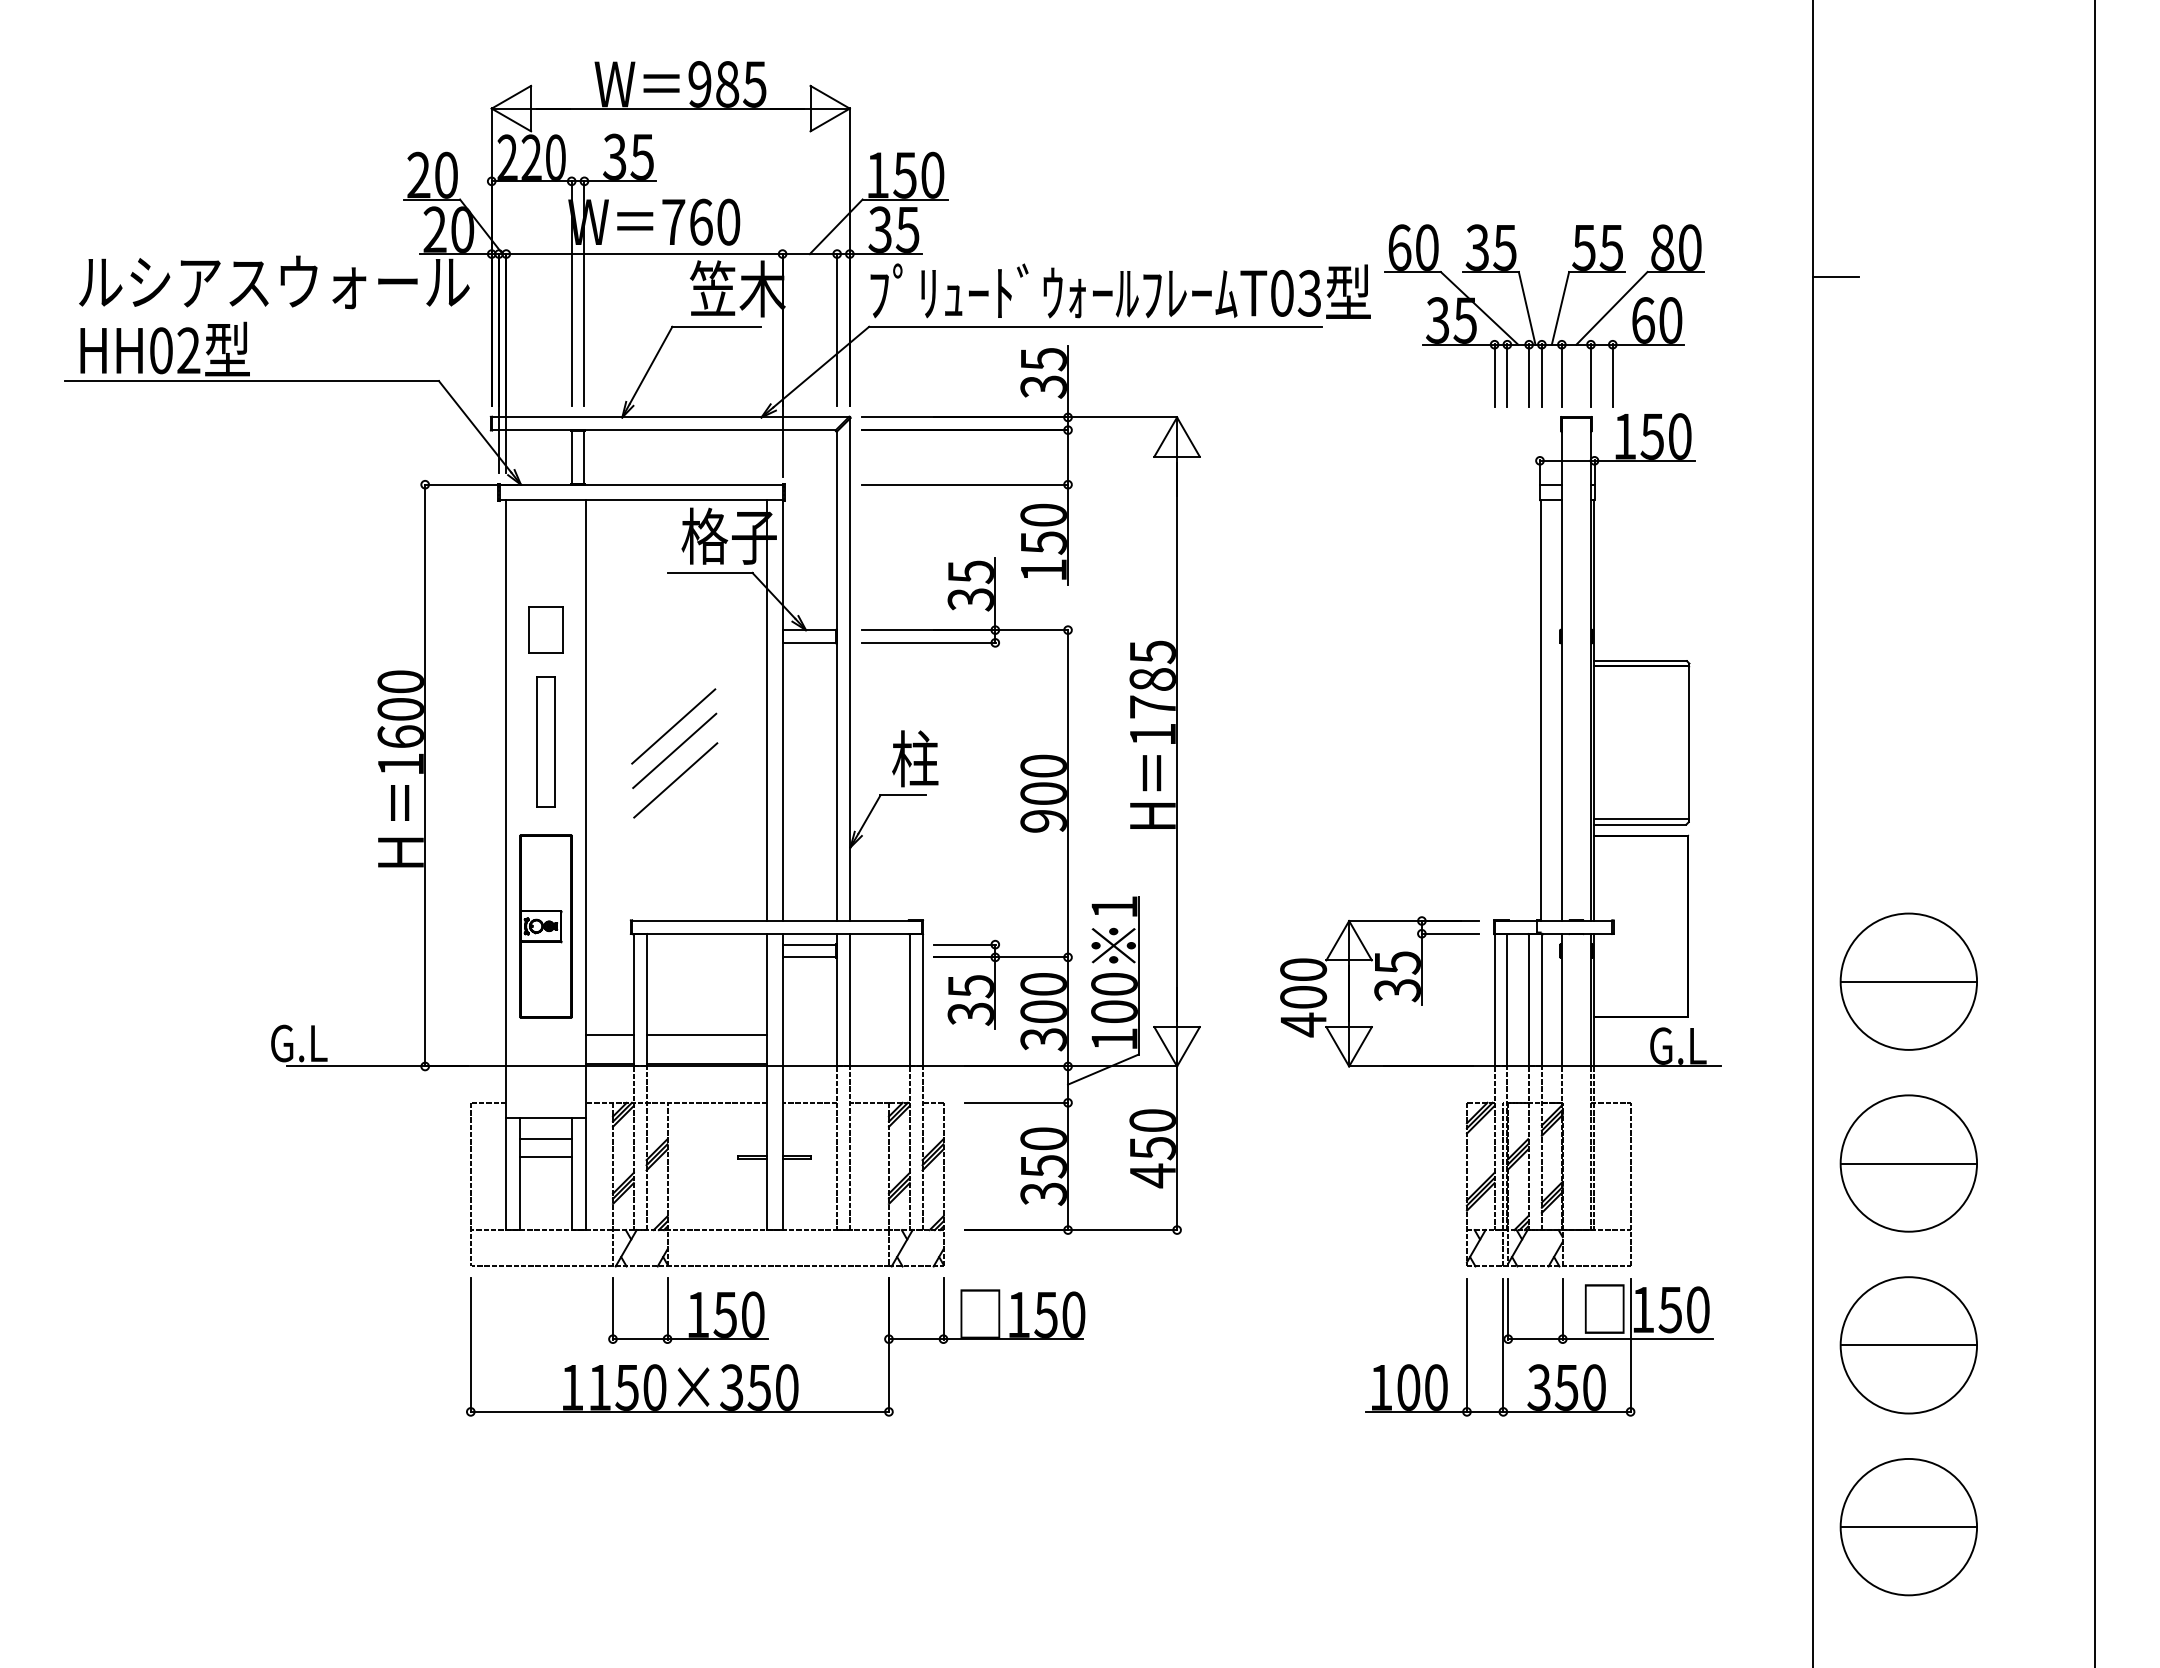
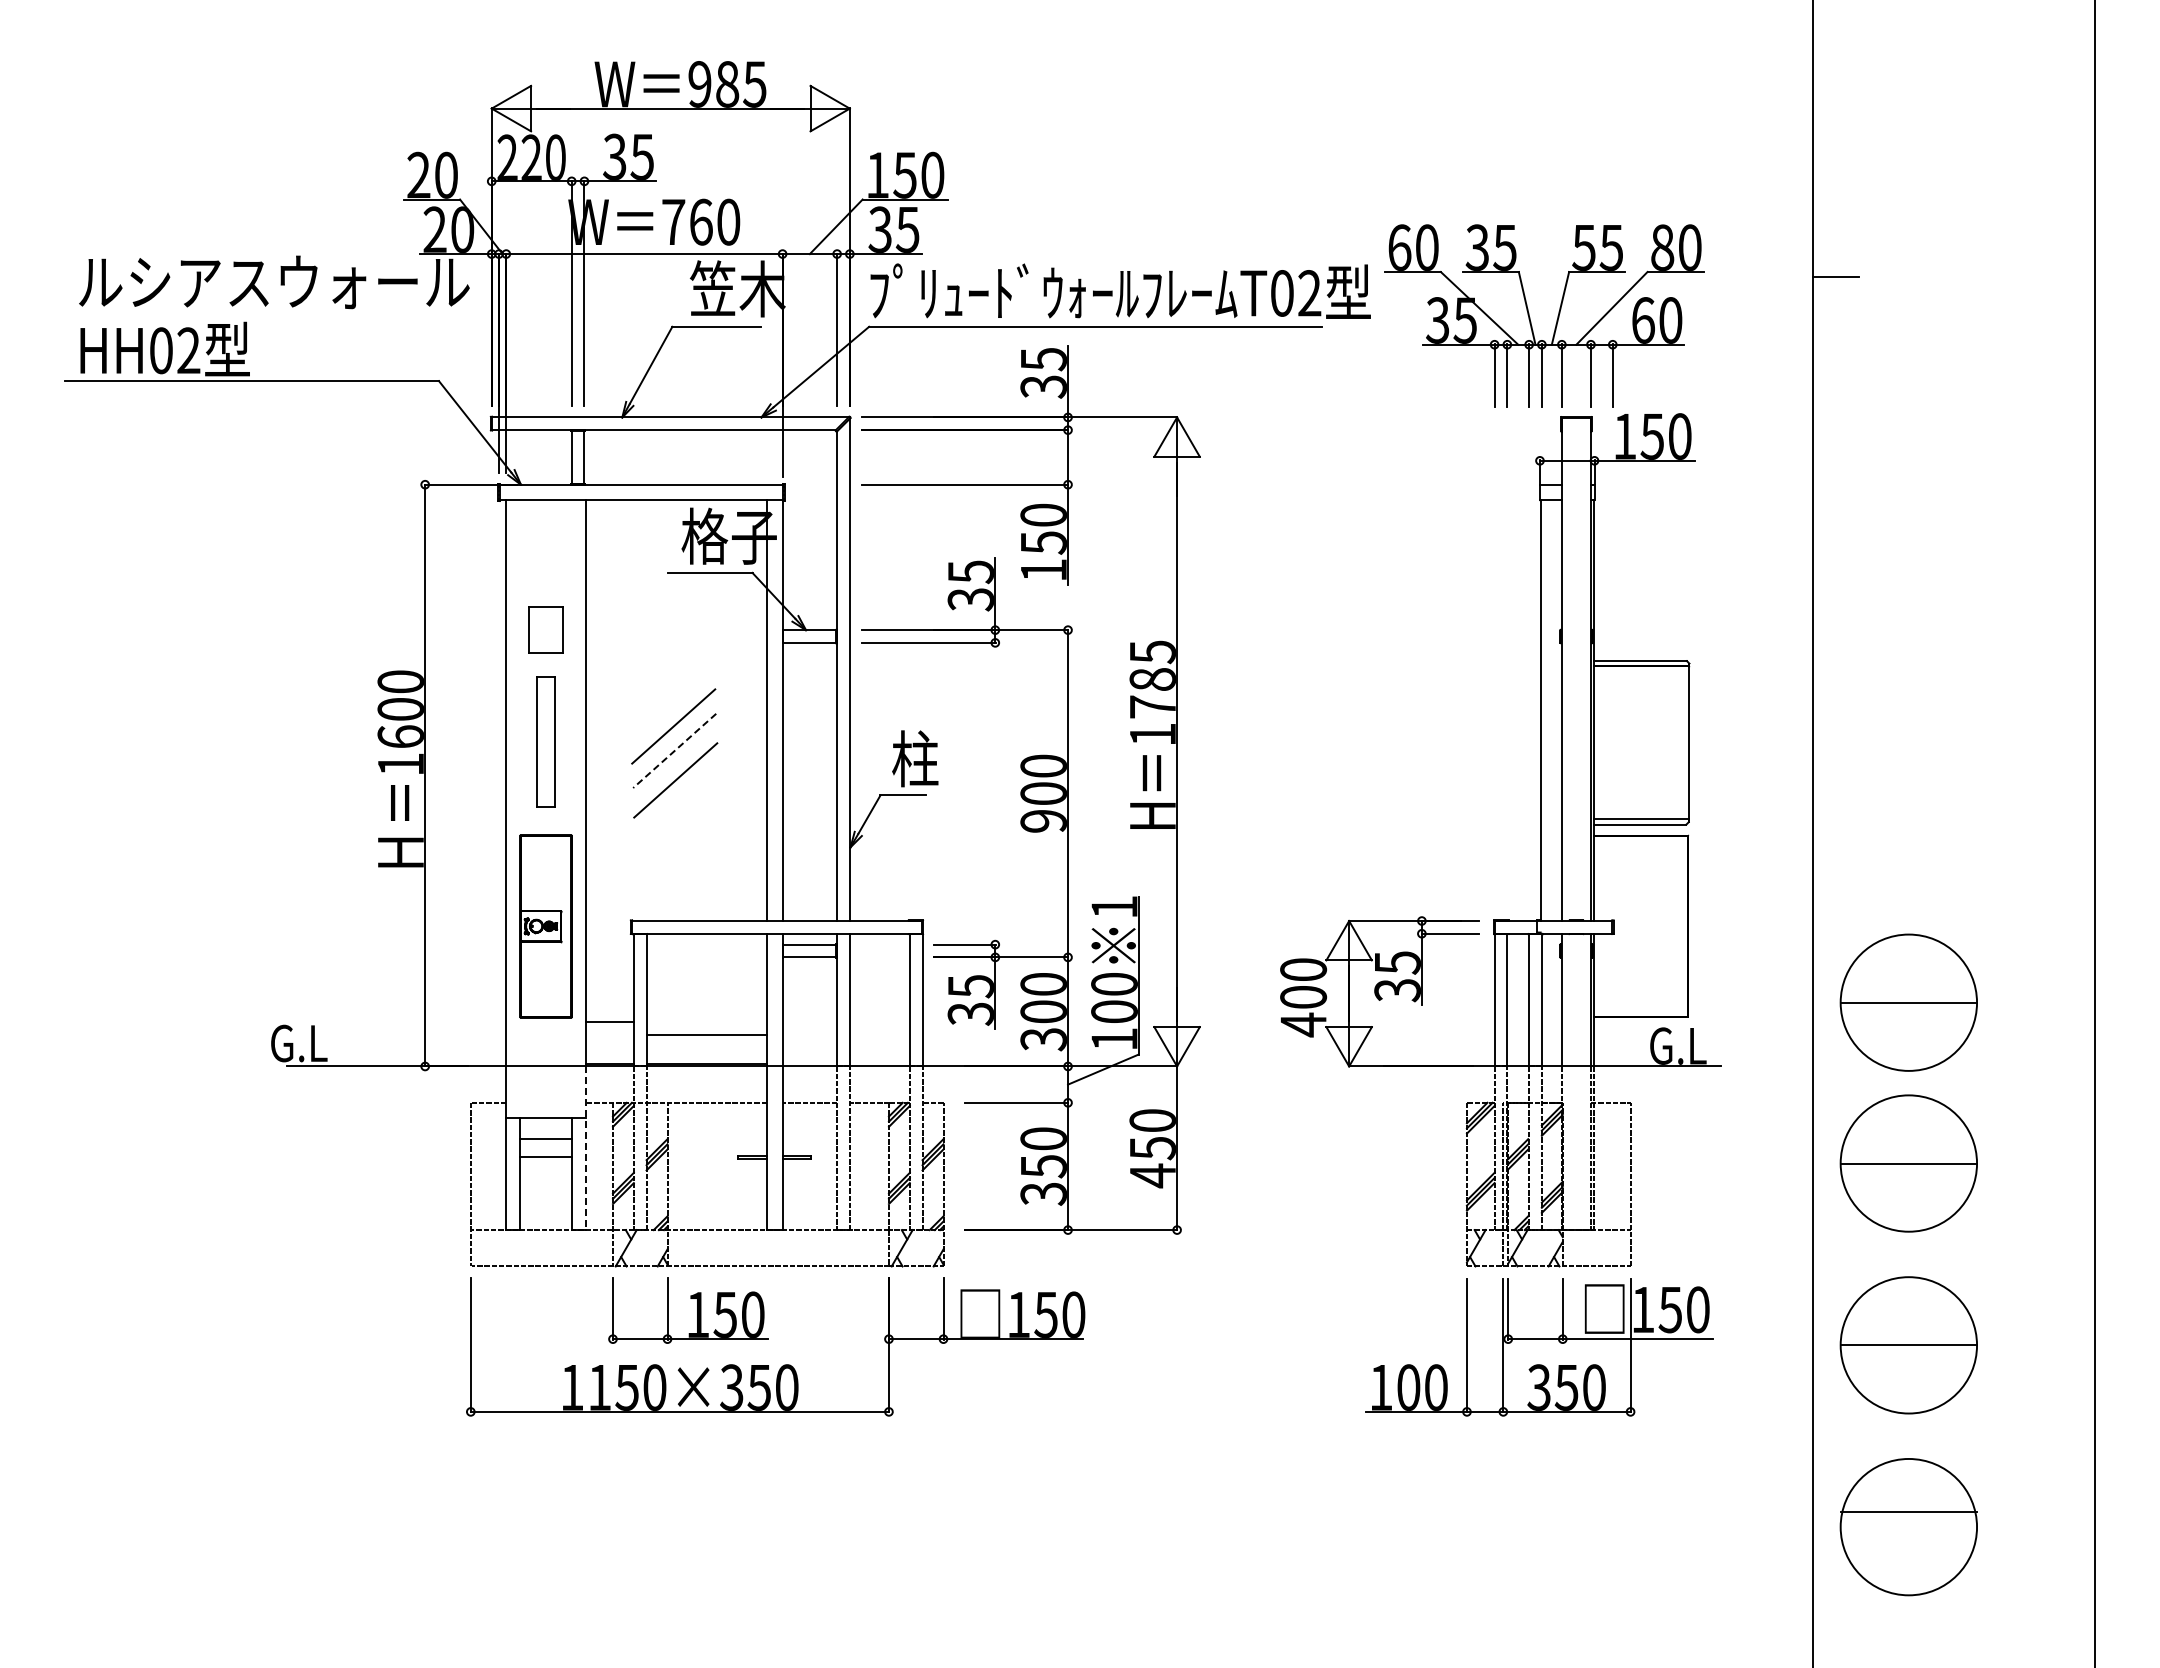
text at (1309, 293): T03 -> T02
line at (674, 750): solid -> dashed
part at (1908, 981) position: (1908, 981) -> (1908, 1002)
line at (609, 1034) position: (609, 1034) -> (609, 1021)
line at (585, 1148): solid -> dashed
line at (1908, 1527) position: (1908, 1527) -> (1908, 1512)
